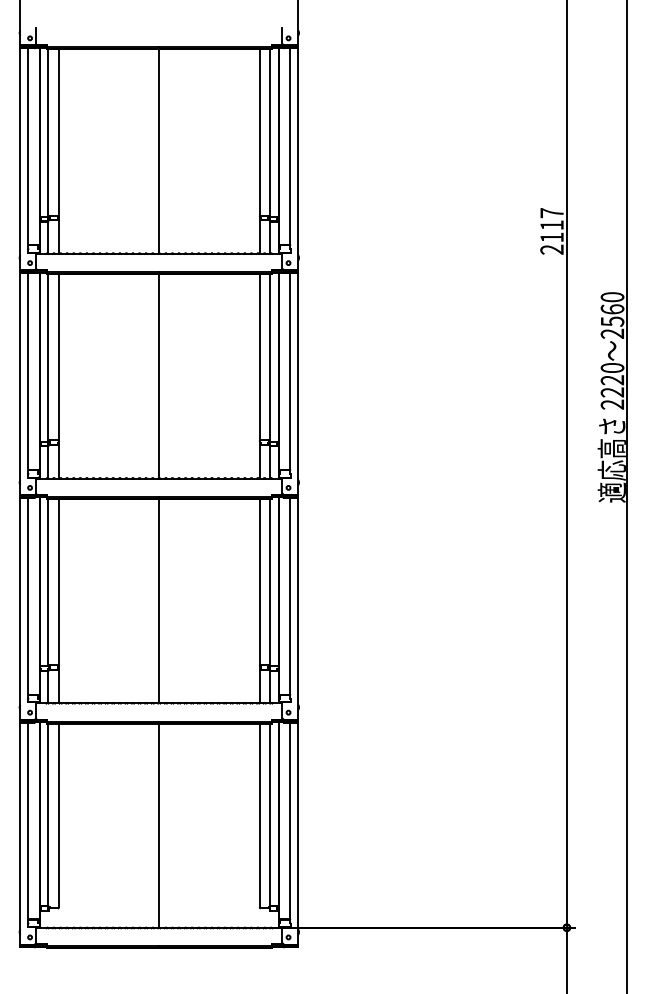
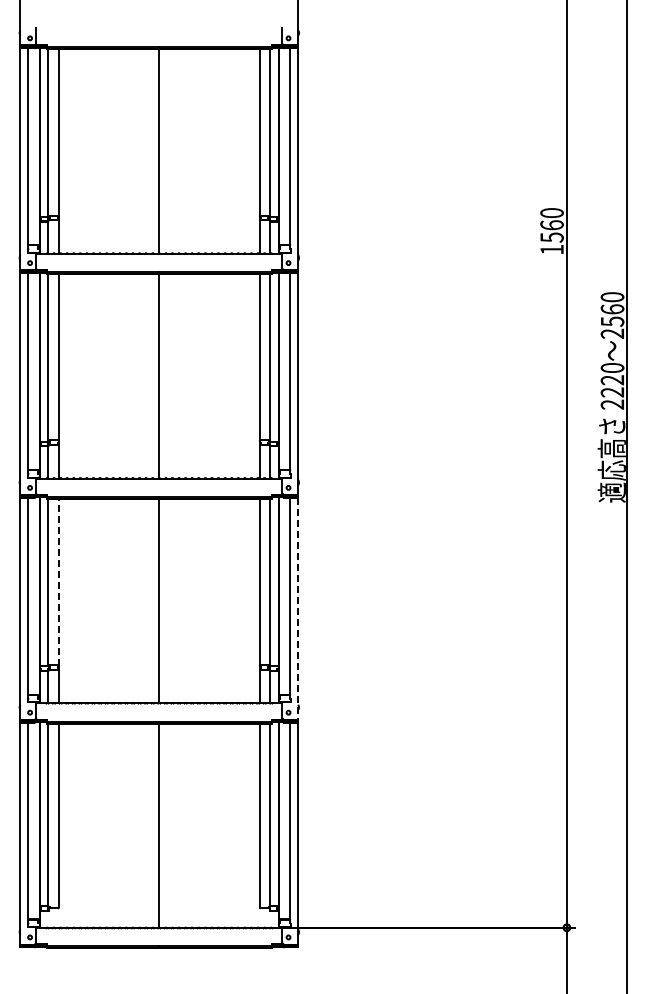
text at (551, 231): 2117 -> 1560
line at (58, 582): solid -> dashed
line at (298, 608): solid -> dashed
